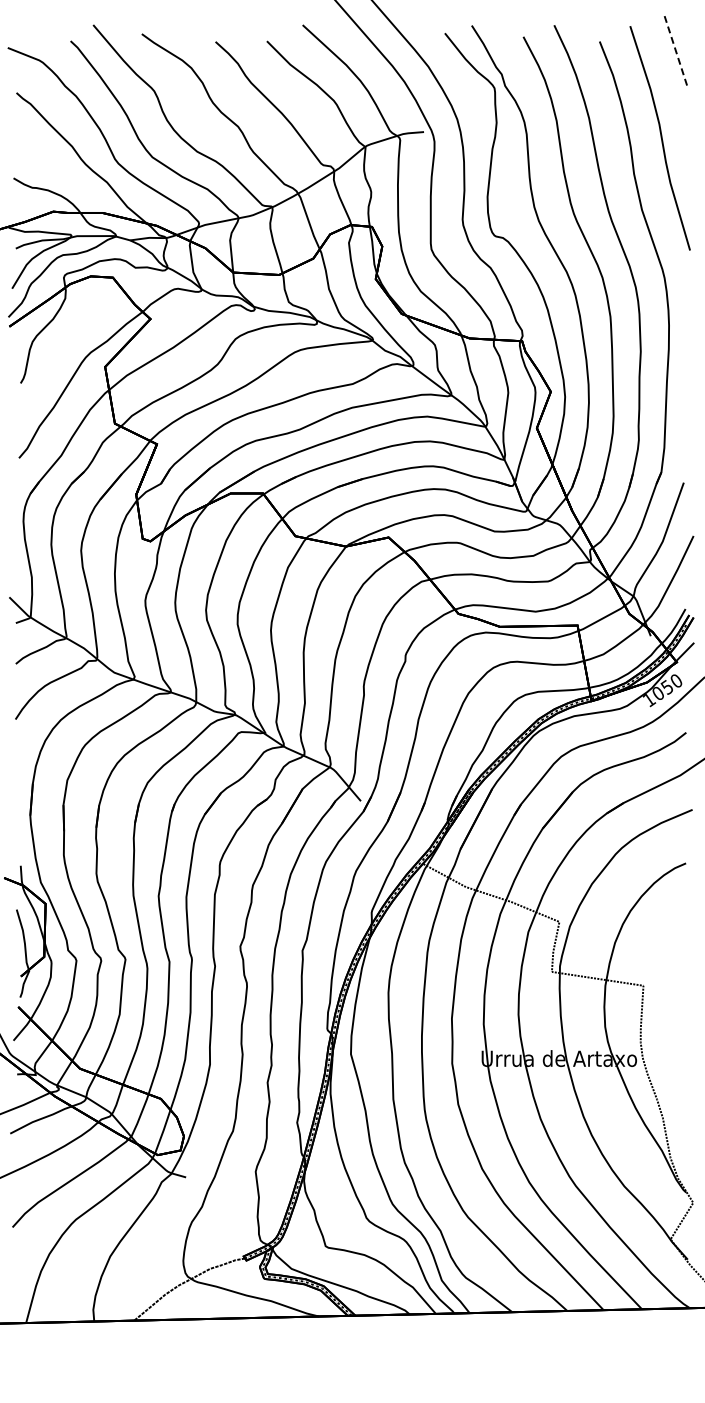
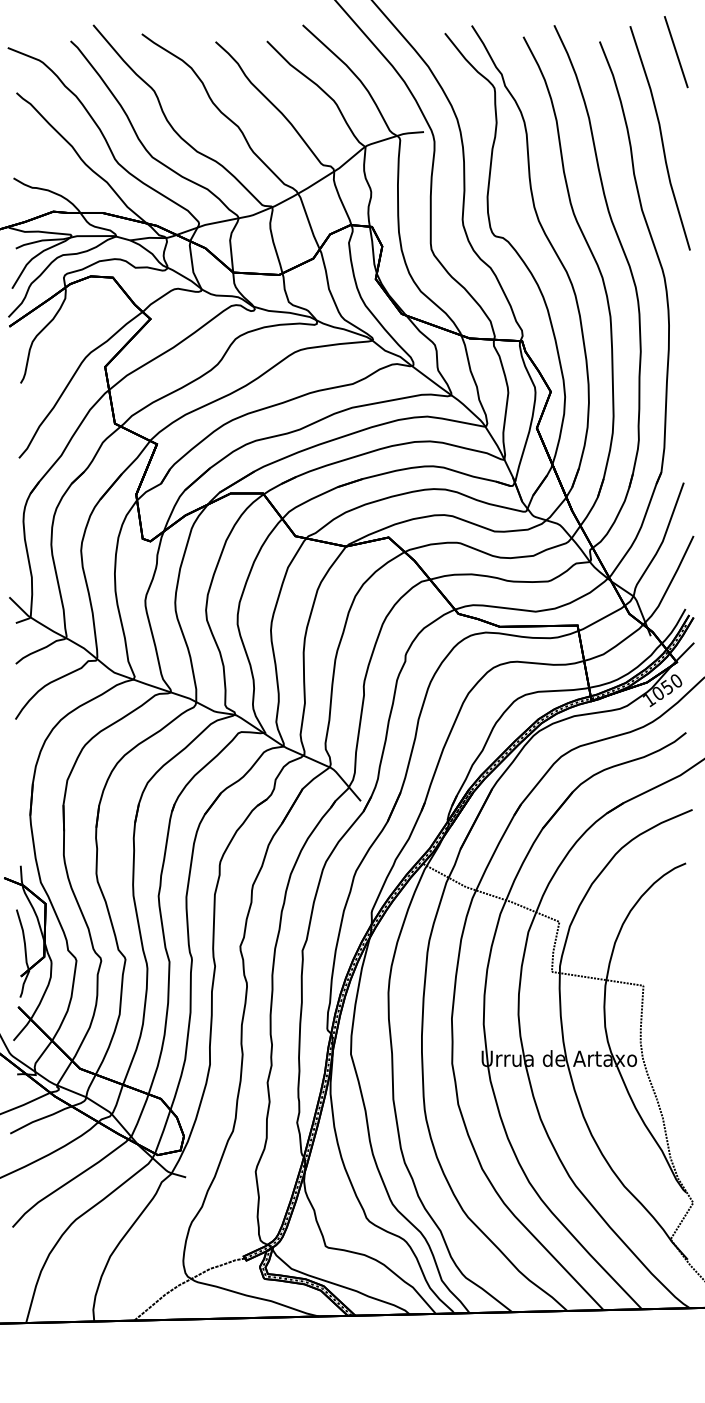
line at (676, 52): dashed -> solid
